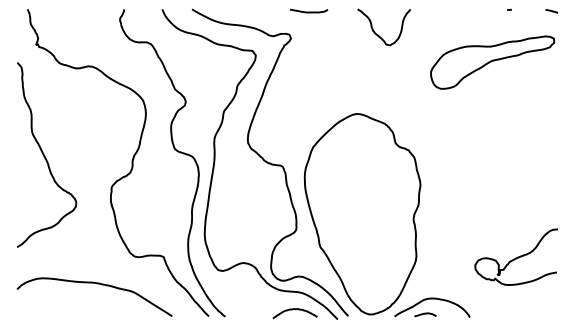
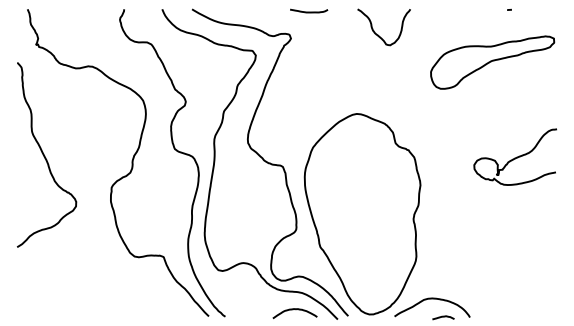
line at (551, 11): present -> none
curve at (515, 257) position: (515, 257) -> (514, 157)
curve at (97, 284): present -> none
curve at (425, 314) position: (425, 314) -> (443, 317)
